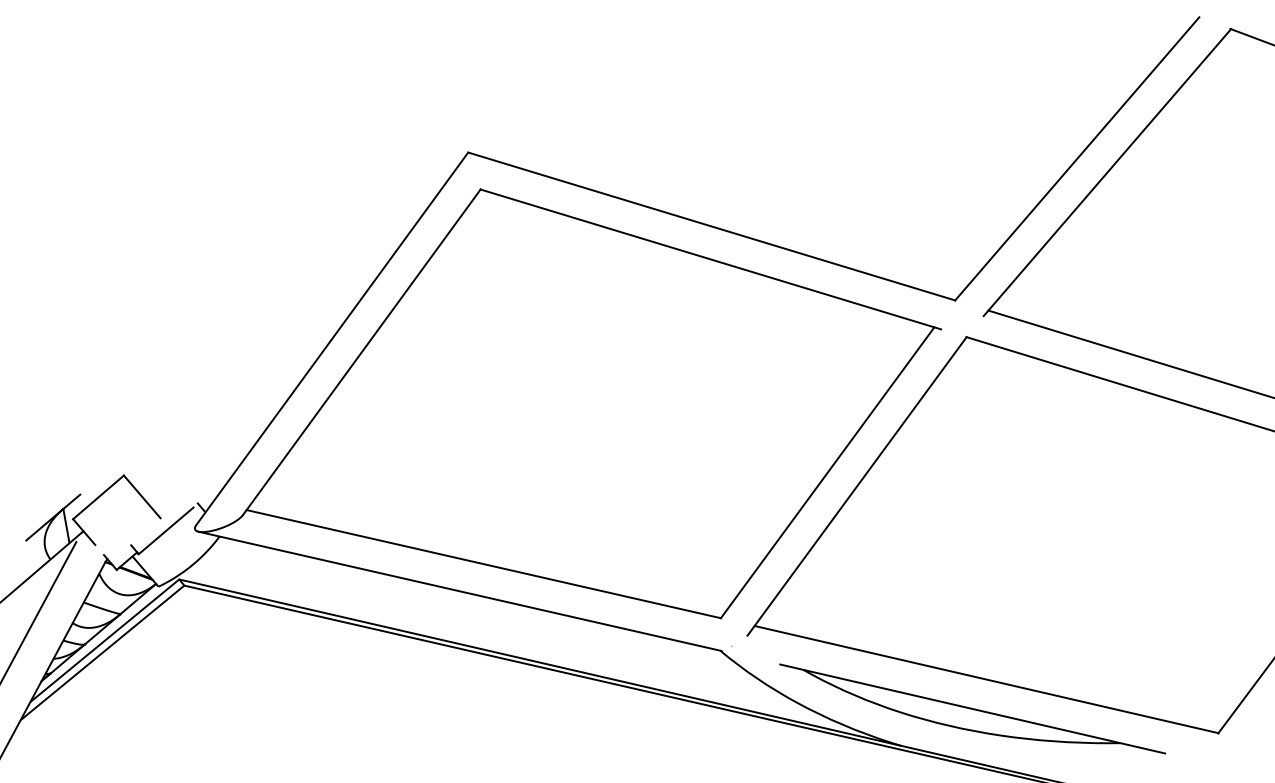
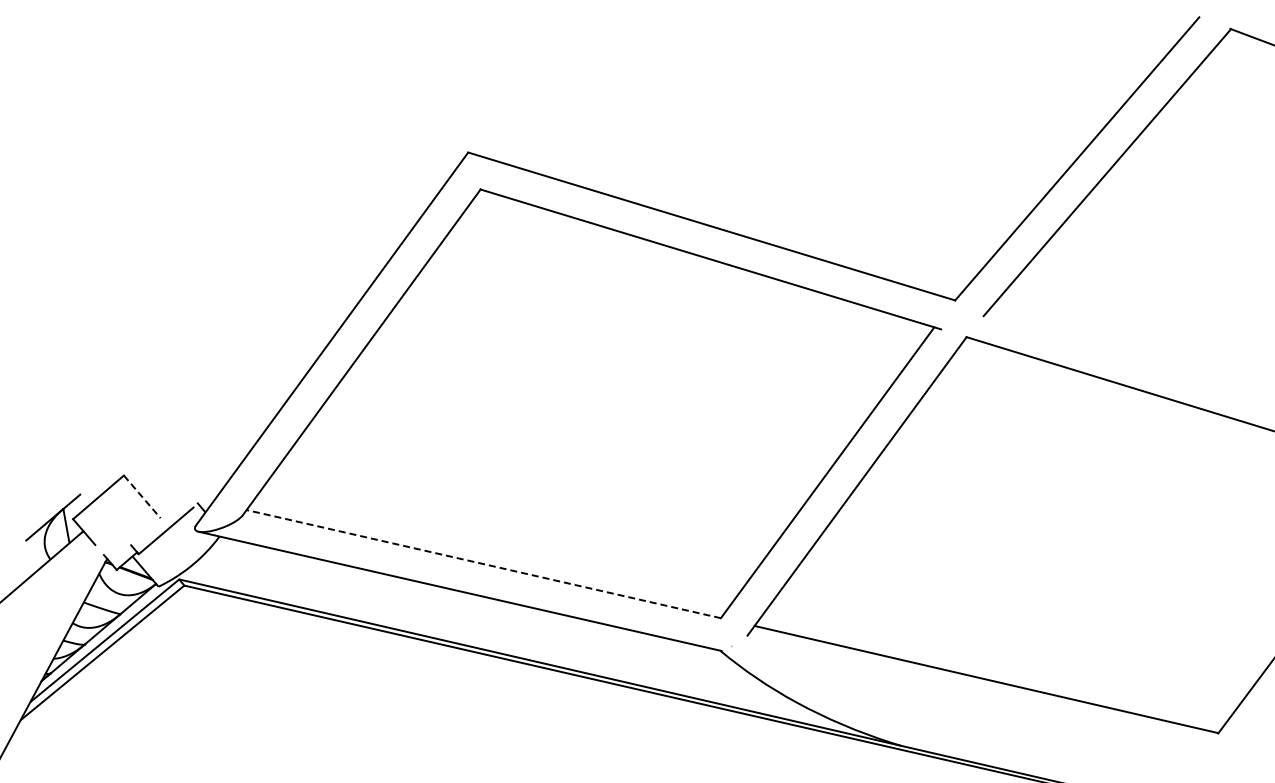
line at (1129, 353): present -> none
line at (142, 497): solid -> dashed
line at (483, 564): solid -> dashed
line at (39, 611): present -> none
part at (972, 708): present -> none
